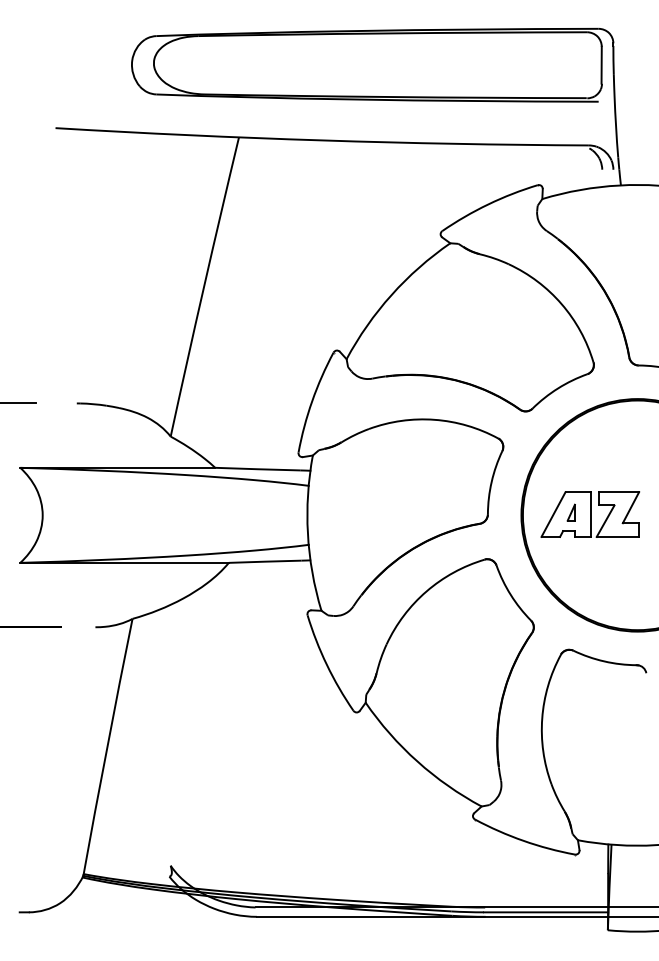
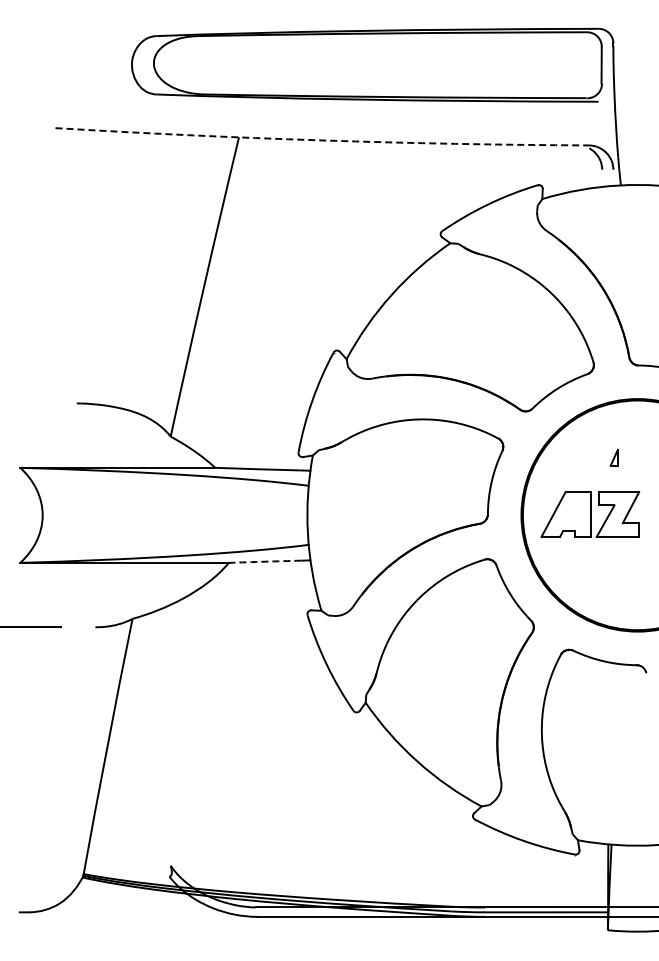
arc at (322, 140): solid -> dashed
line at (18, 403): present -> none
part at (570, 512) position: (570, 512) -> (613, 457)
arc at (265, 561): solid -> dashed
